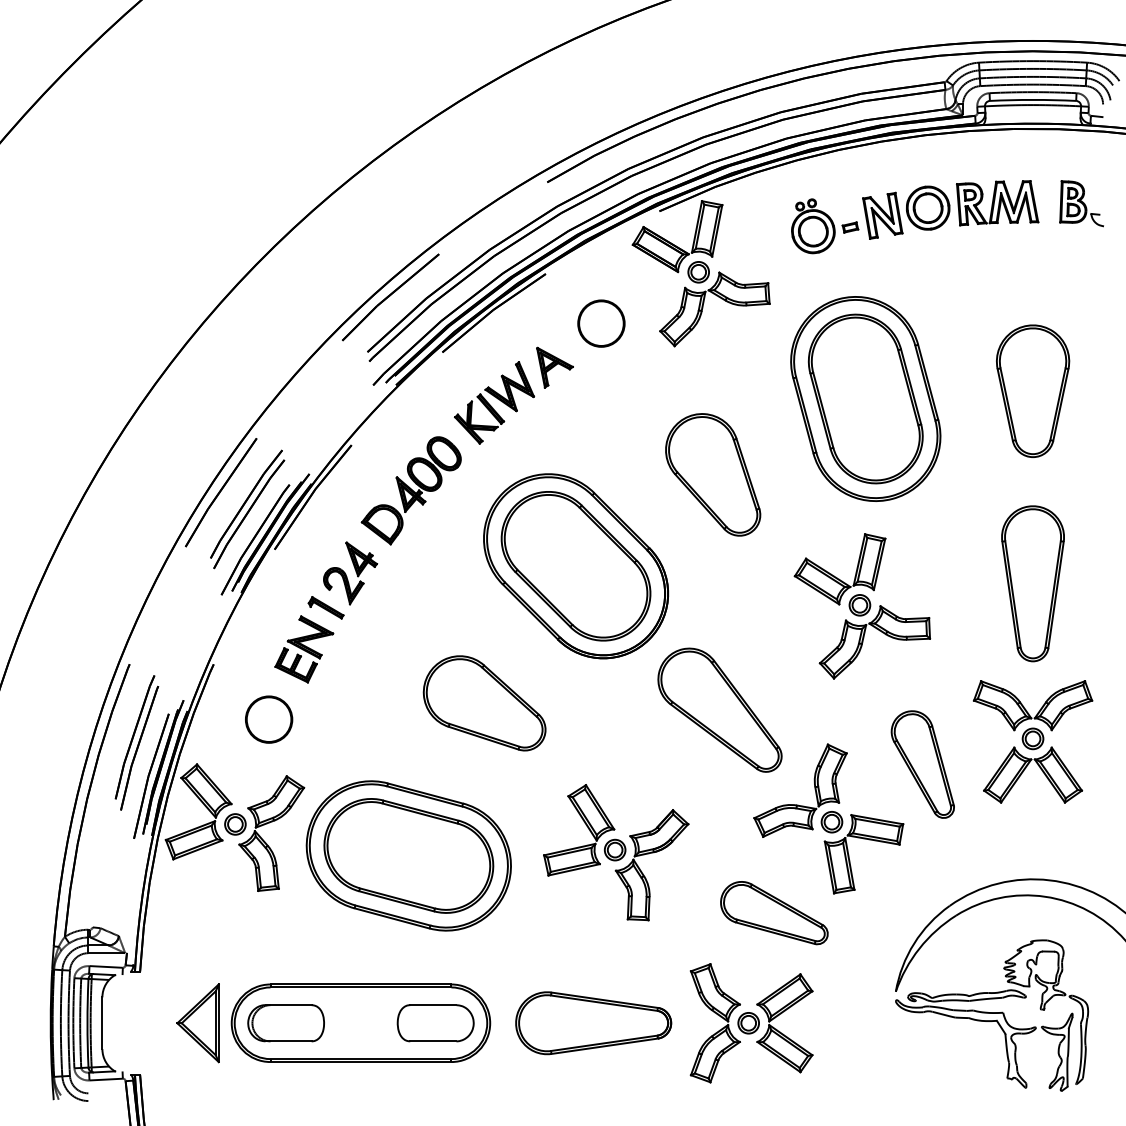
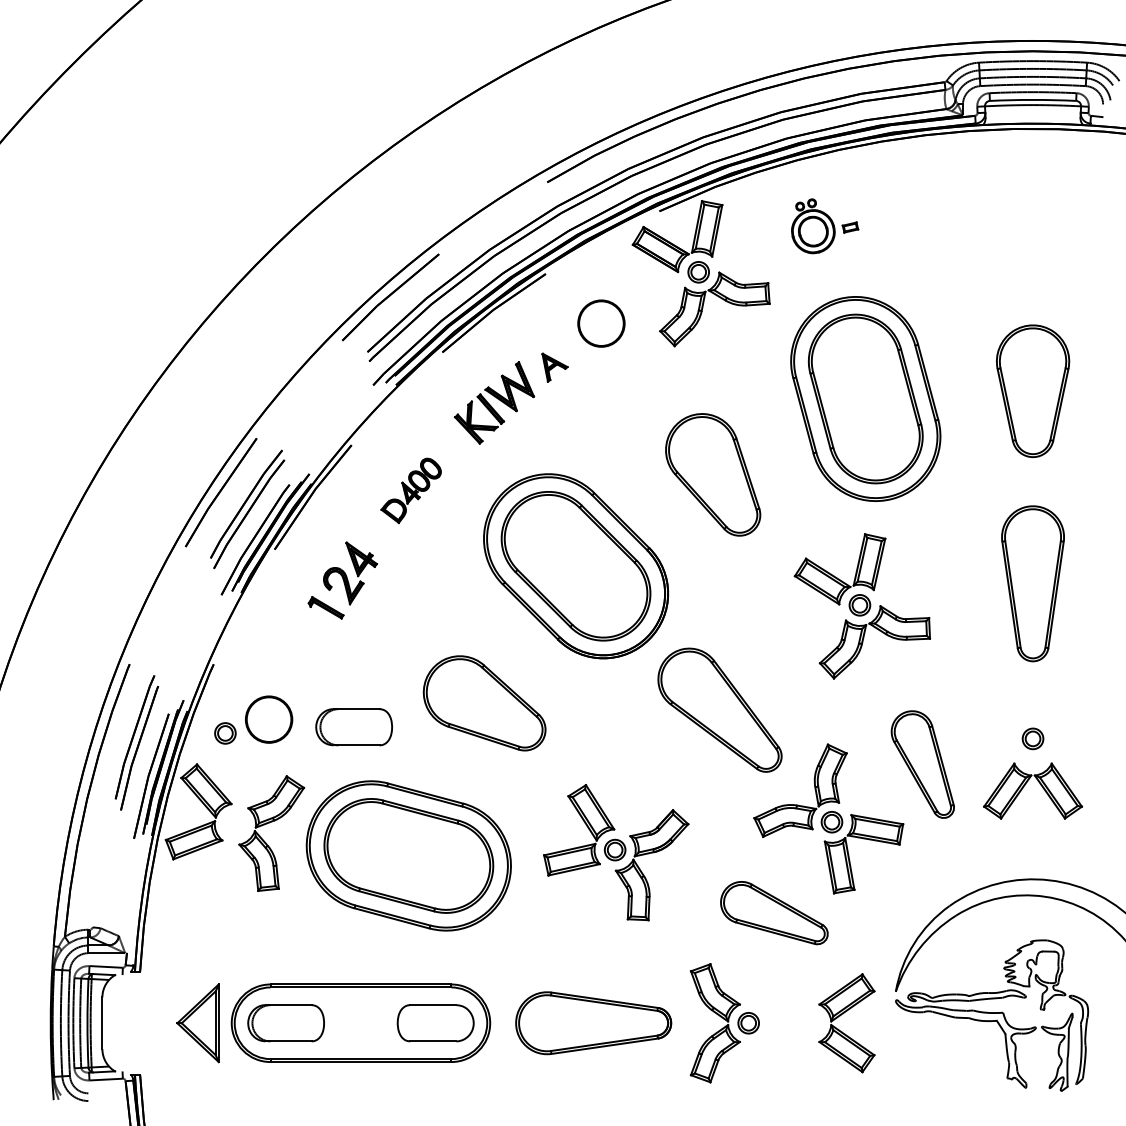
part at (1081, 203): present -> none
part at (950, 209): present -> none
part at (554, 367) size: 38x43 px -> 28x31 px
part at (410, 490) size: 102x110 px -> 62x67 px
part at (304, 649): present -> none
part at (1039, 709): present -> none
part at (353, 727): none -> present
part at (1040, 769) position: (1040, 769) -> (1040, 785)
part at (235, 824) position: (235, 824) -> (225, 733)
part at (780, 1031) position: (780, 1031) -> (842, 1031)
